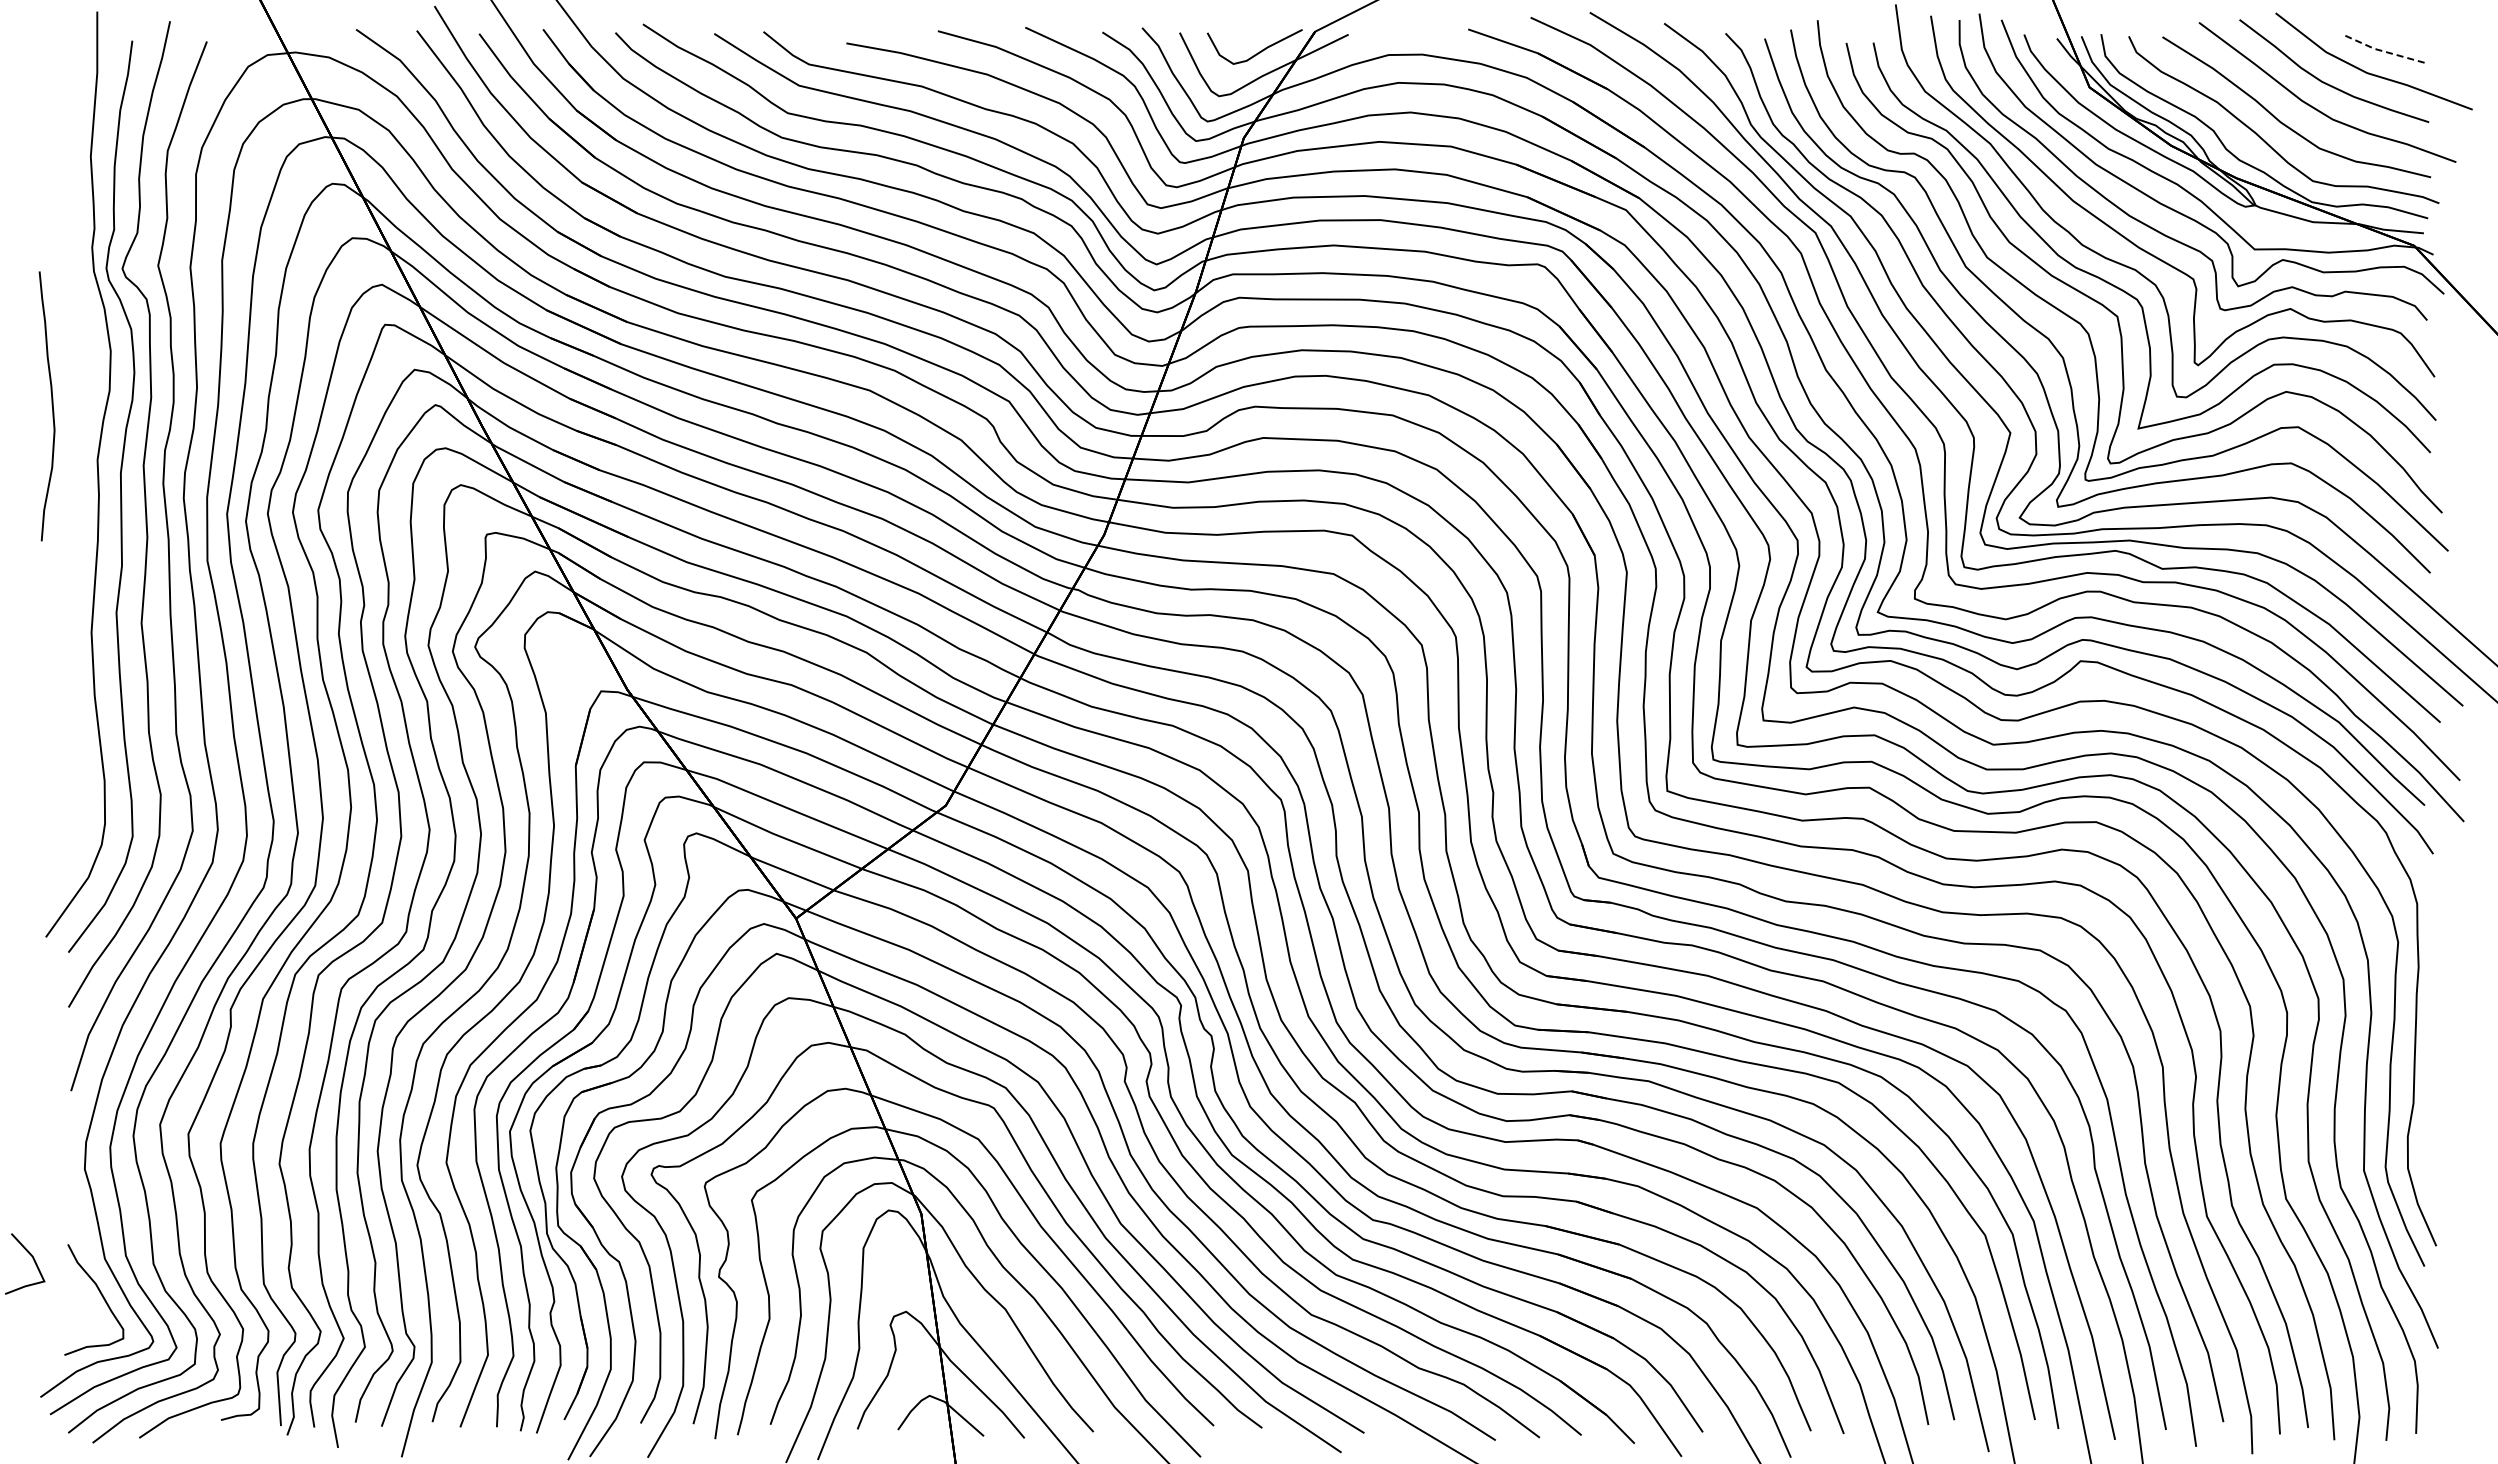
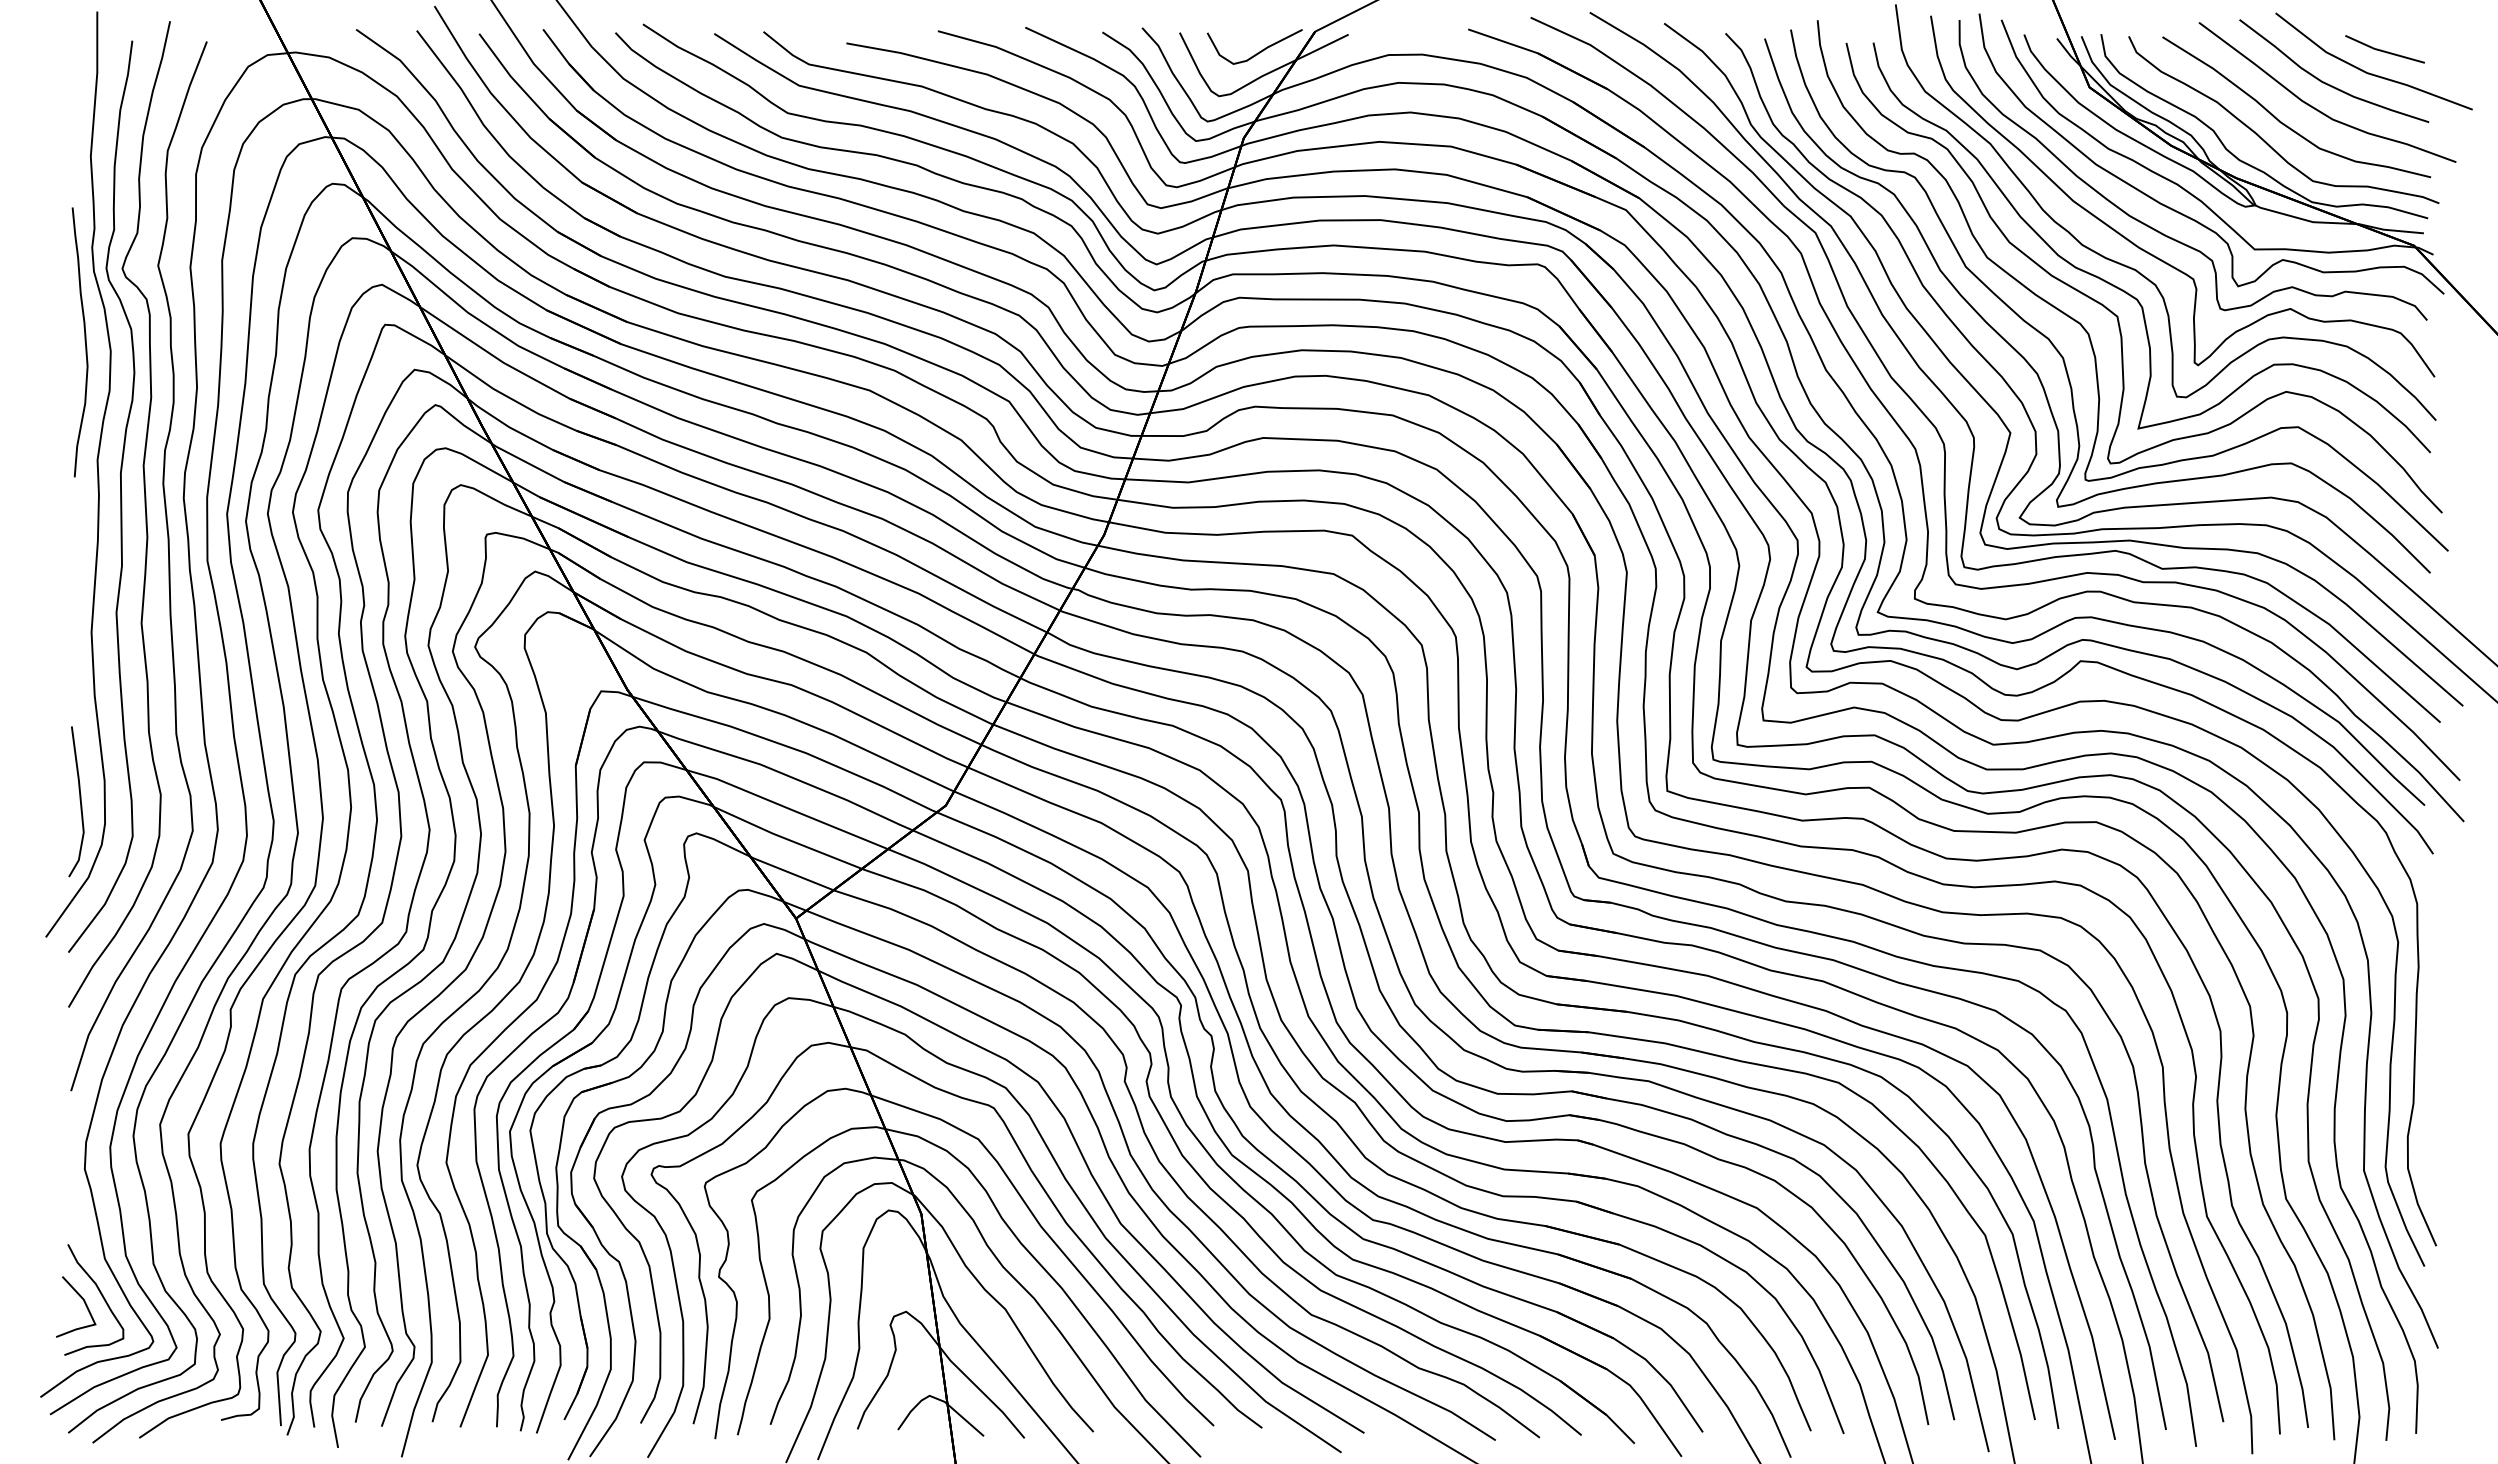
line at (2384, 51): dashed -> solid
curve at (51, 405) position: (51, 405) -> (84, 341)
line at (79, 800): none -> present
line at (33, 1260) position: (33, 1260) -> (84, 1303)
